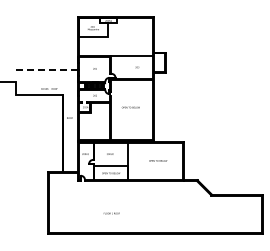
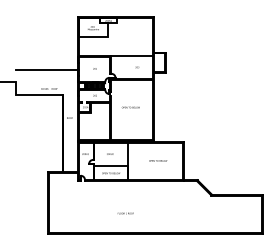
line at (46, 70): dashed -> solid
text at (111, 213) position: (111, 213) -> (125, 213)
